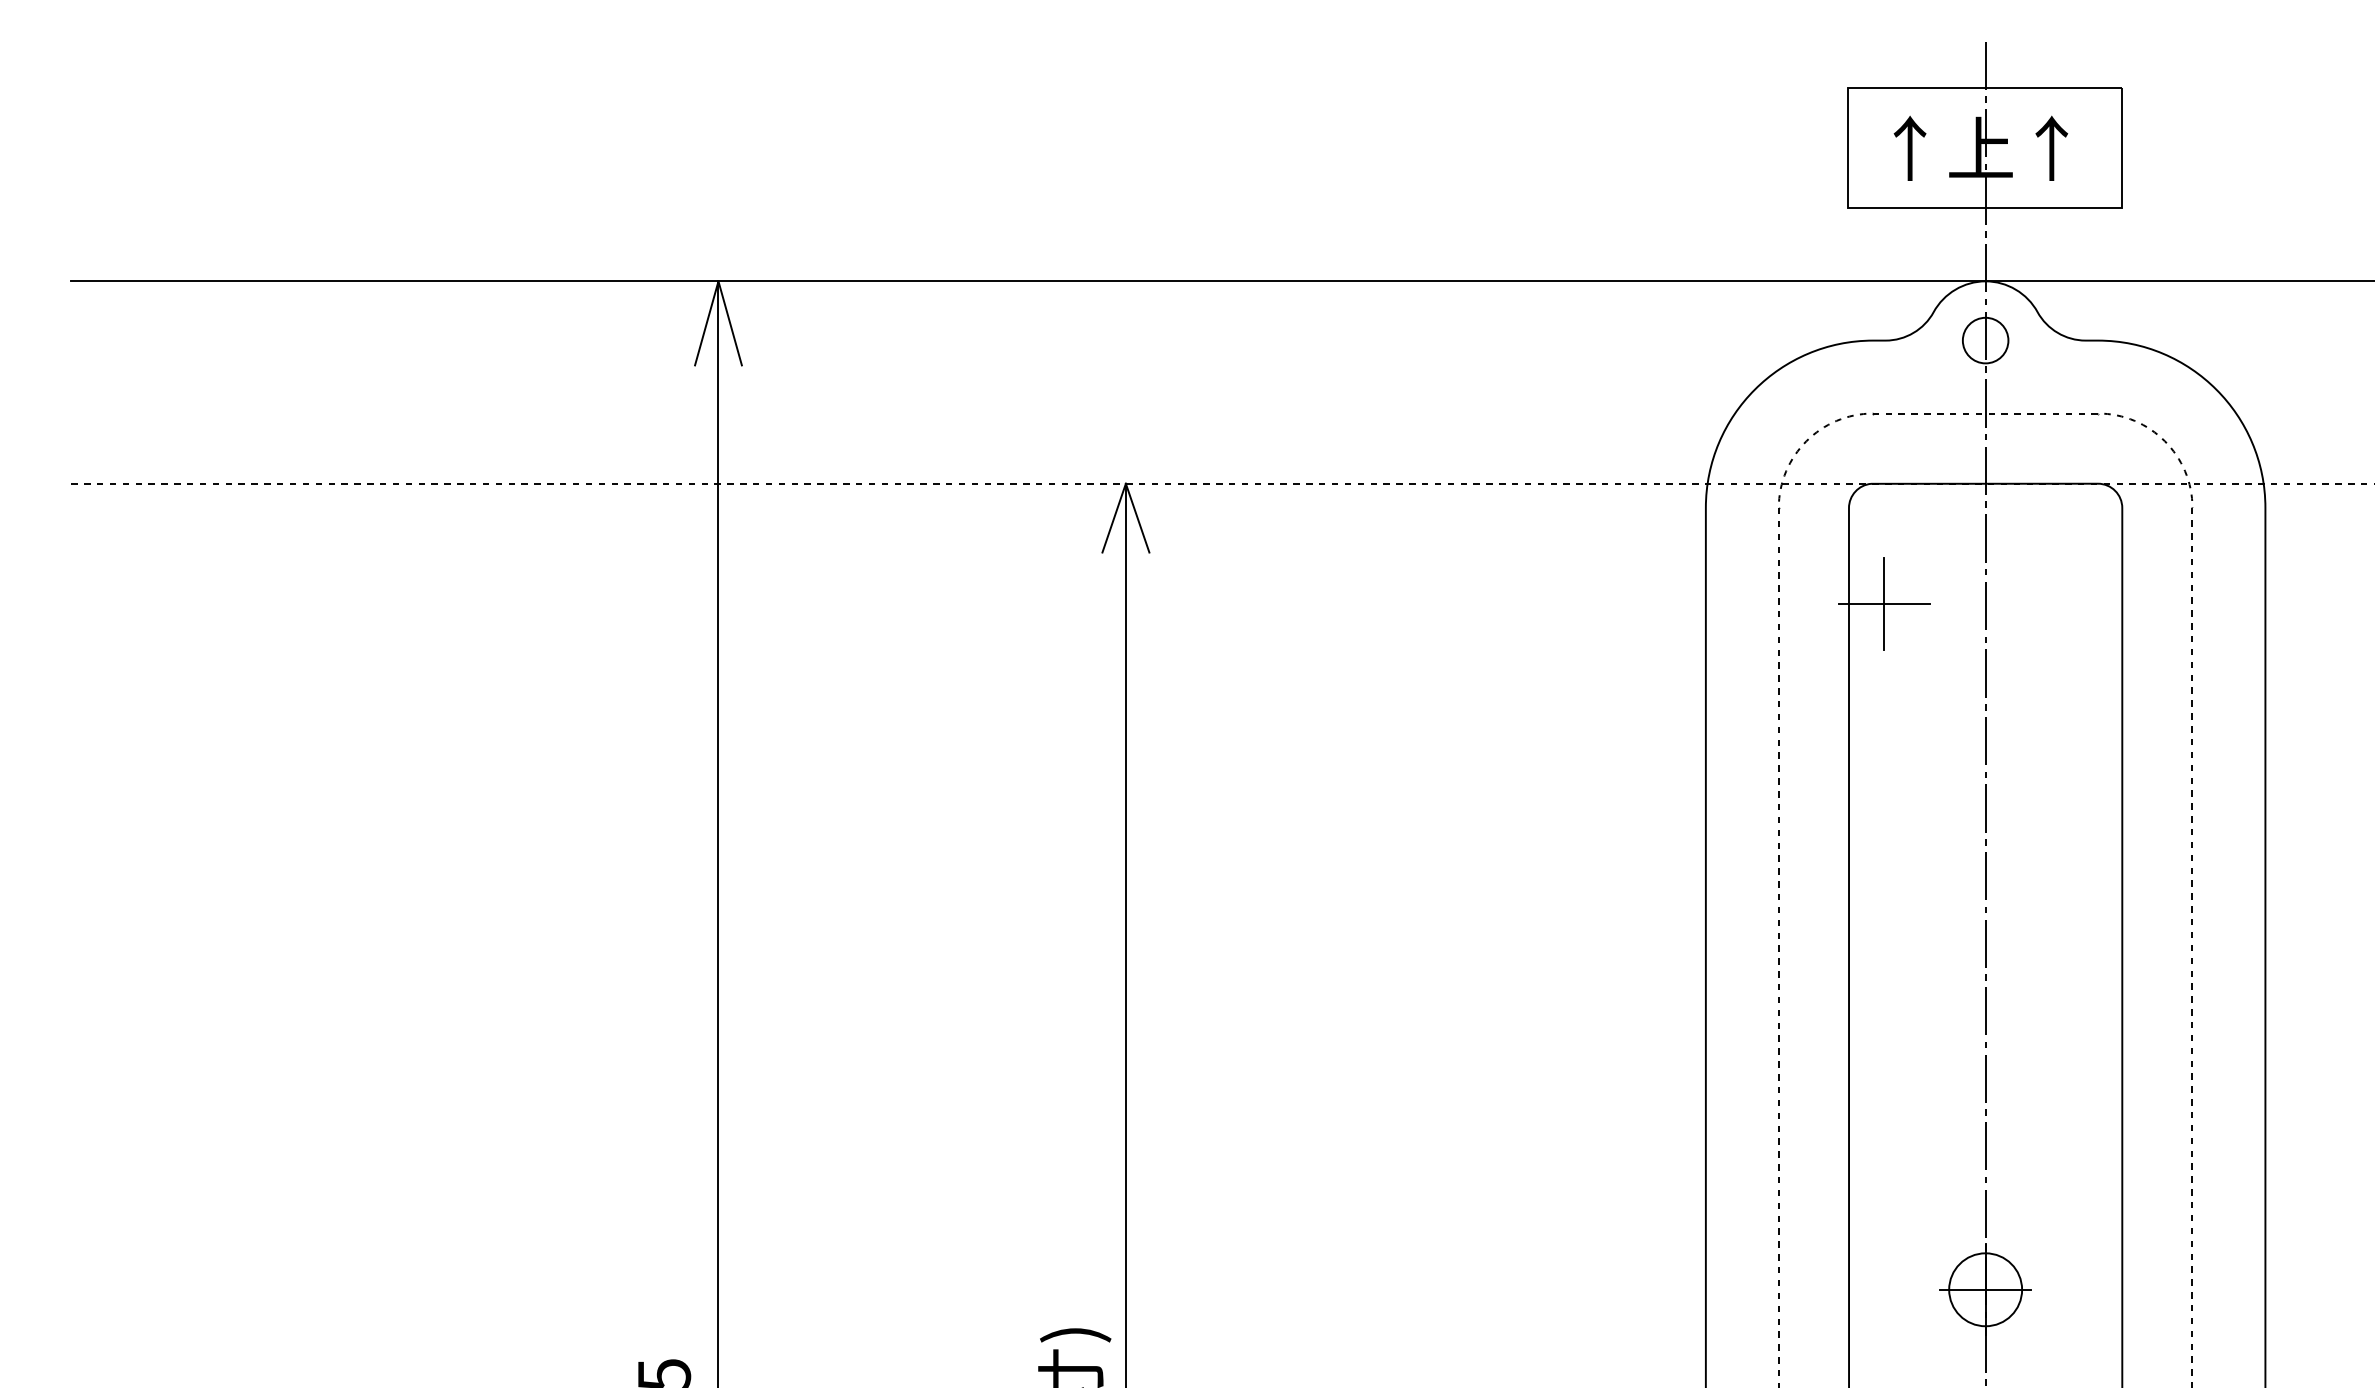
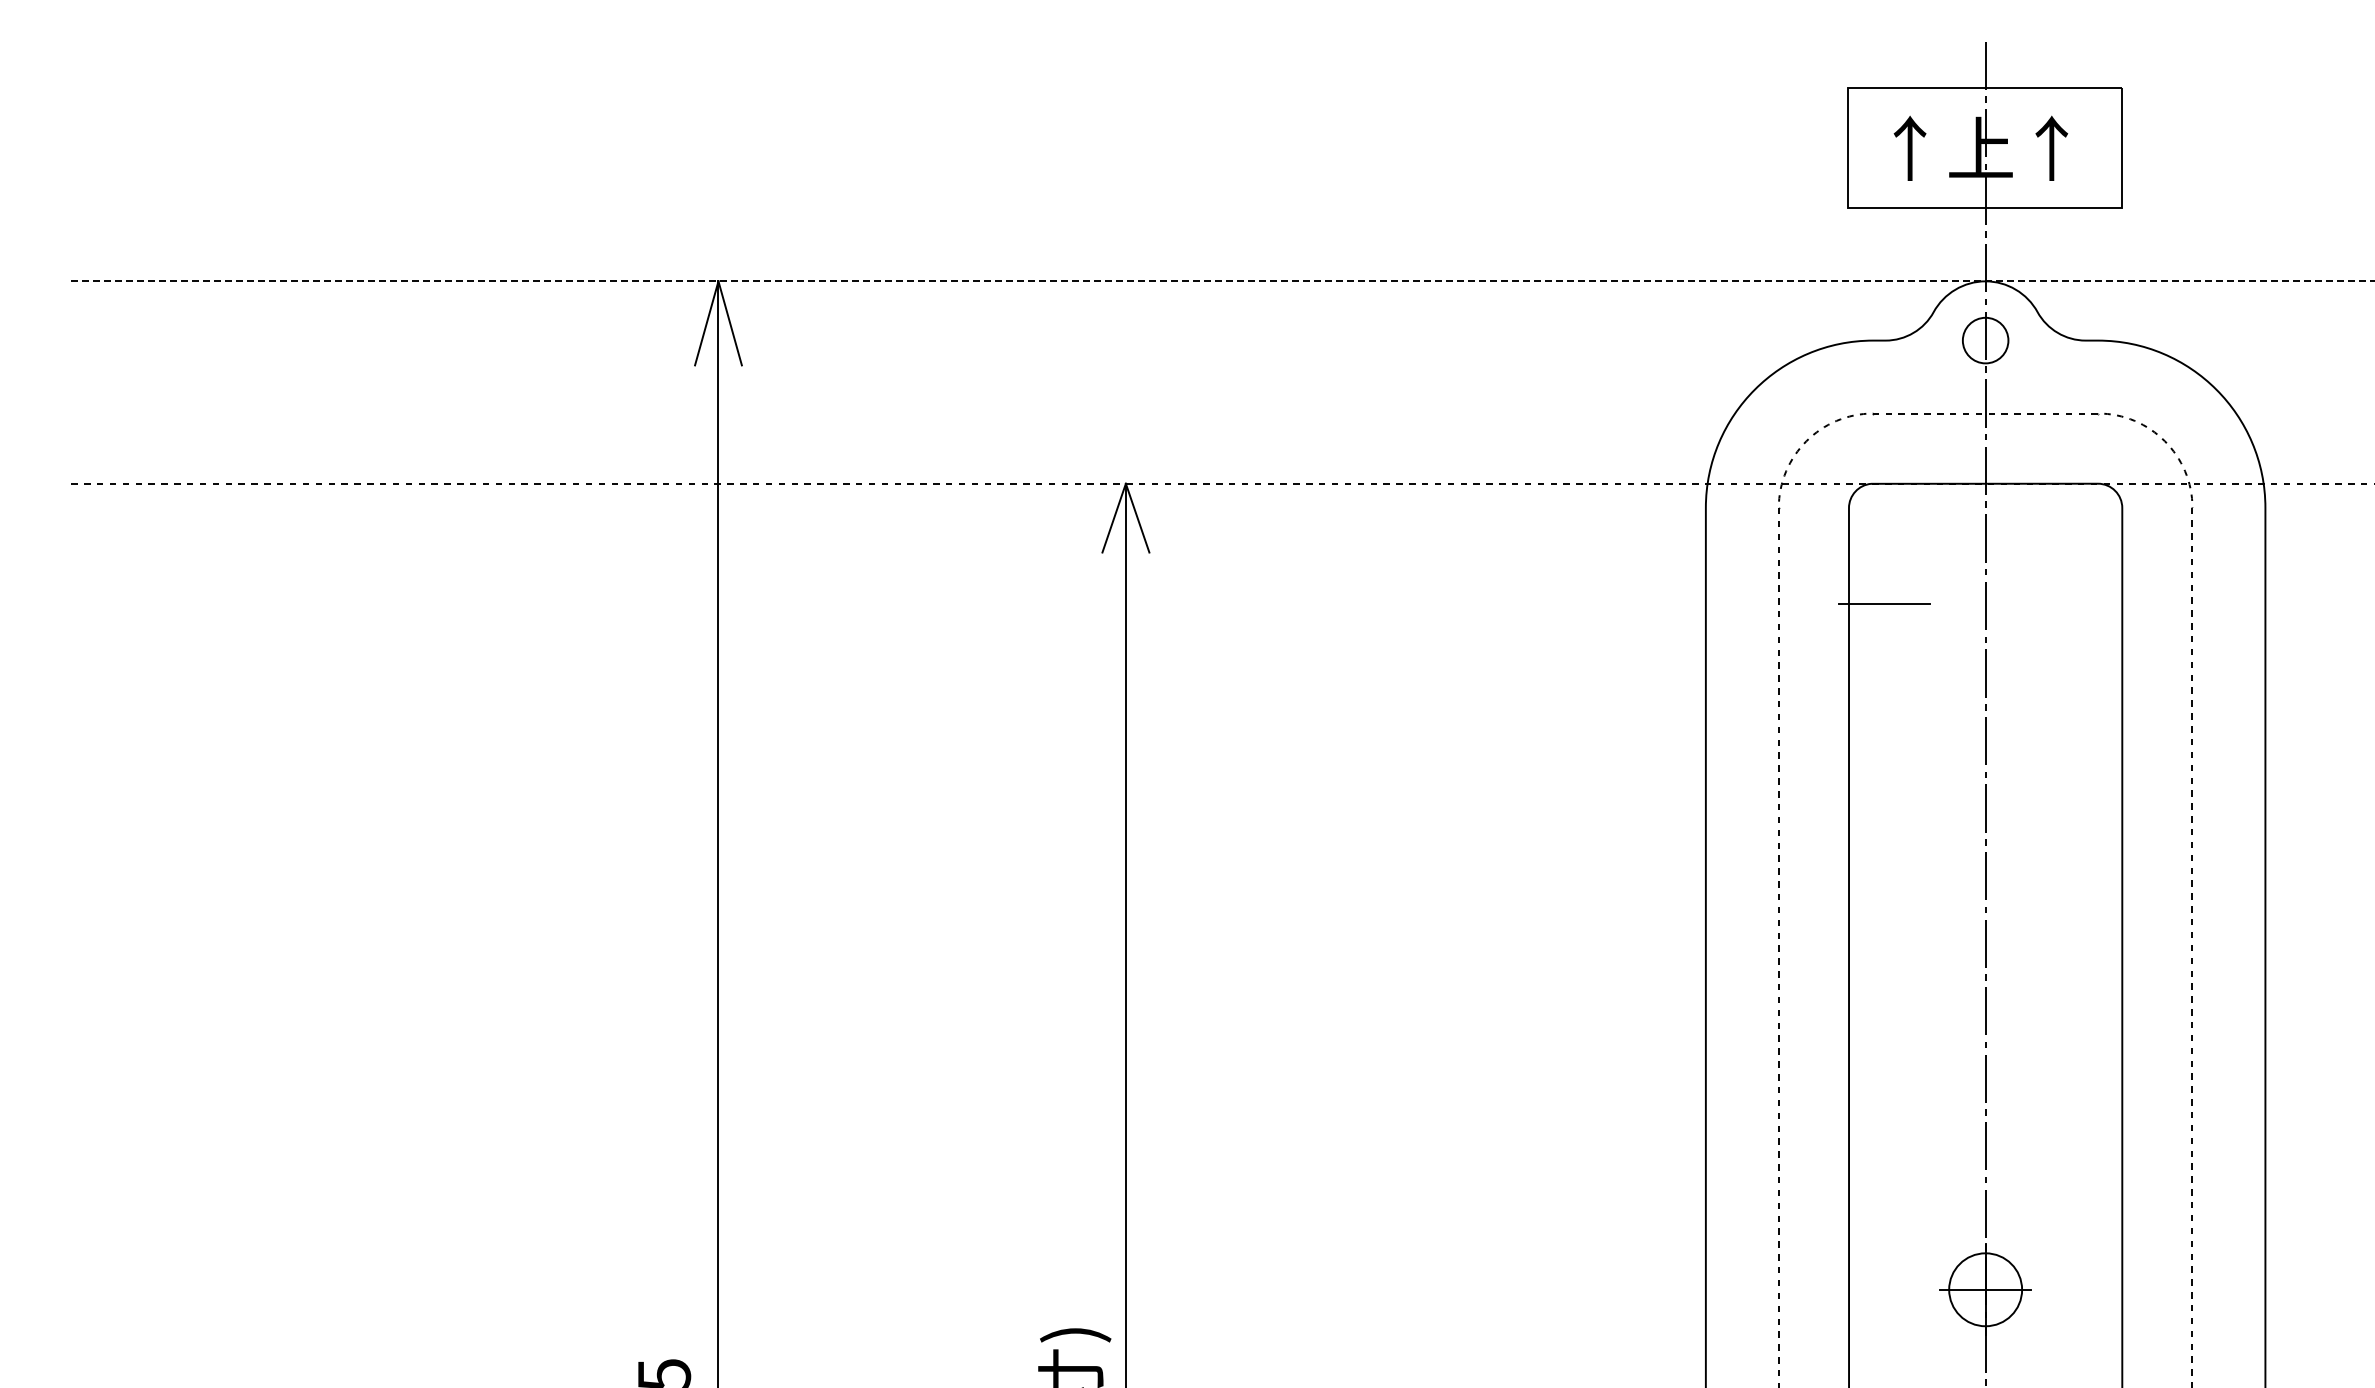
line at (1223, 281): solid -> dashed
line at (1884, 603): present -> none
